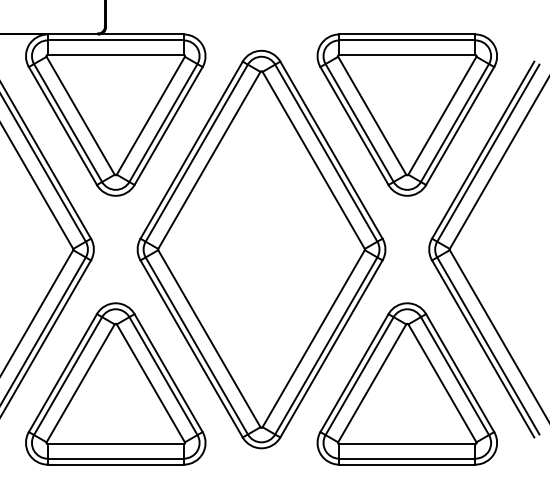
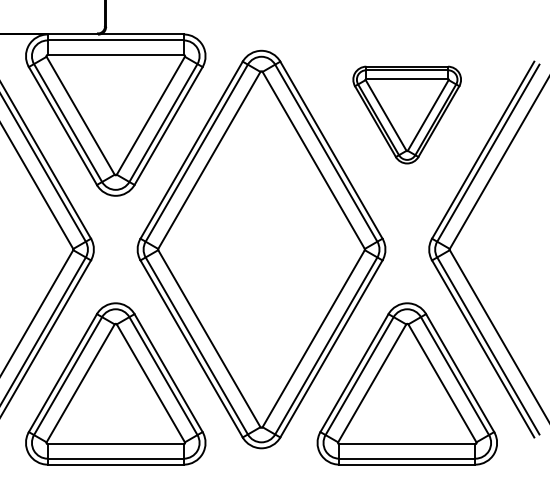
part at (406, 114) size: 182x164 px -> 110x100 px
